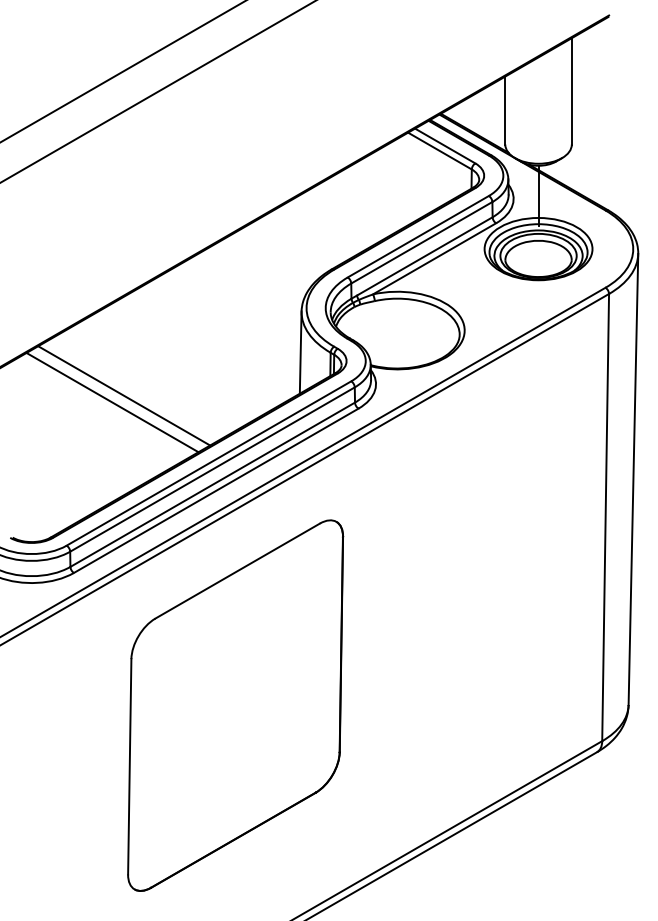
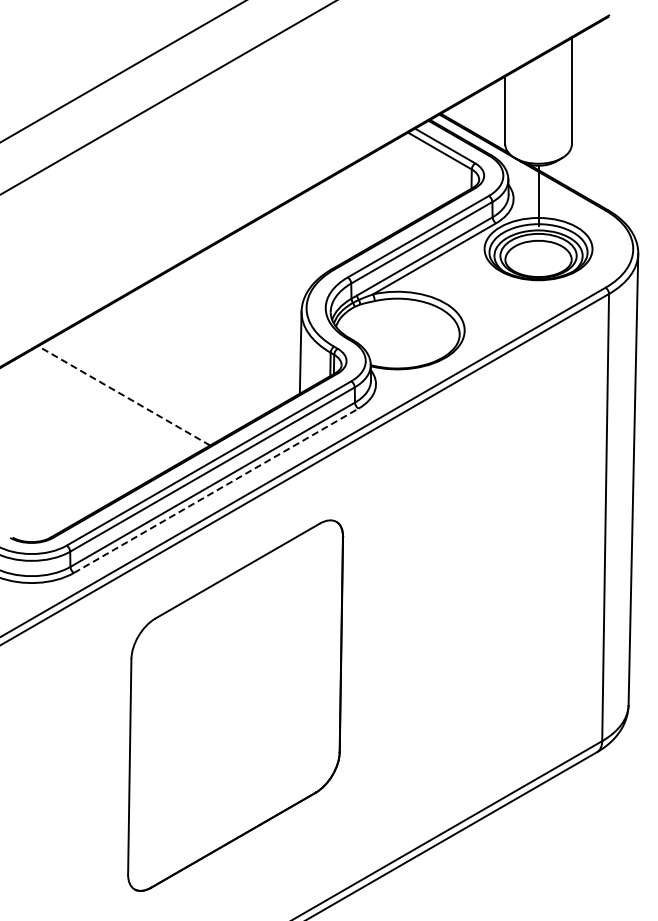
line at (157, 91) position: (157, 91) -> (168, 97)
line at (123, 395): solid -> dashed
line at (112, 402): present -> none
line at (216, 490): solid -> dashed
